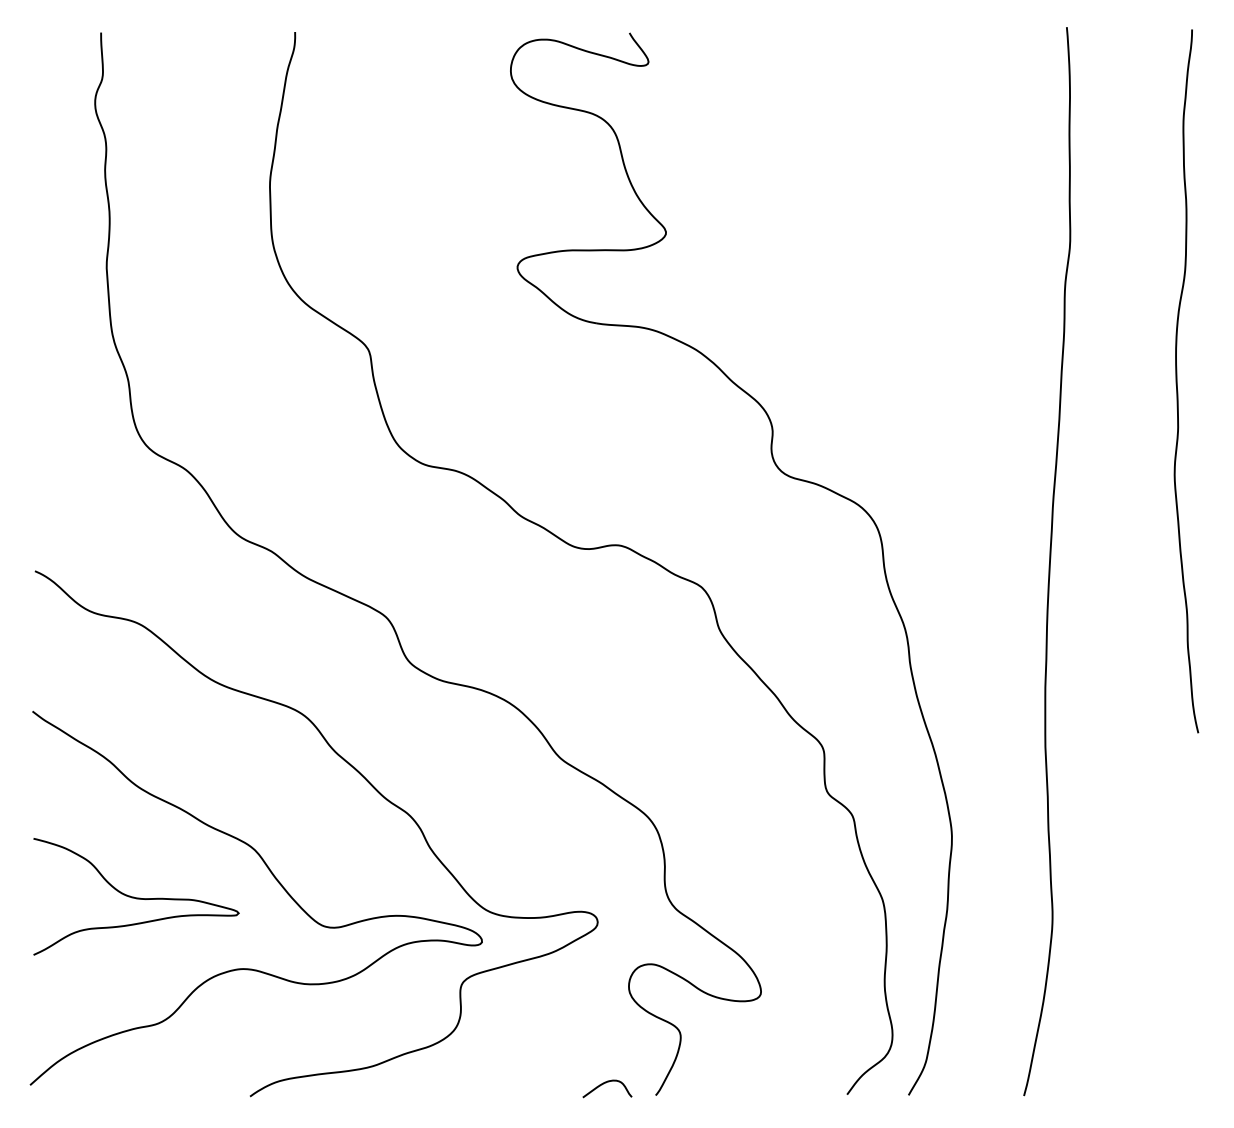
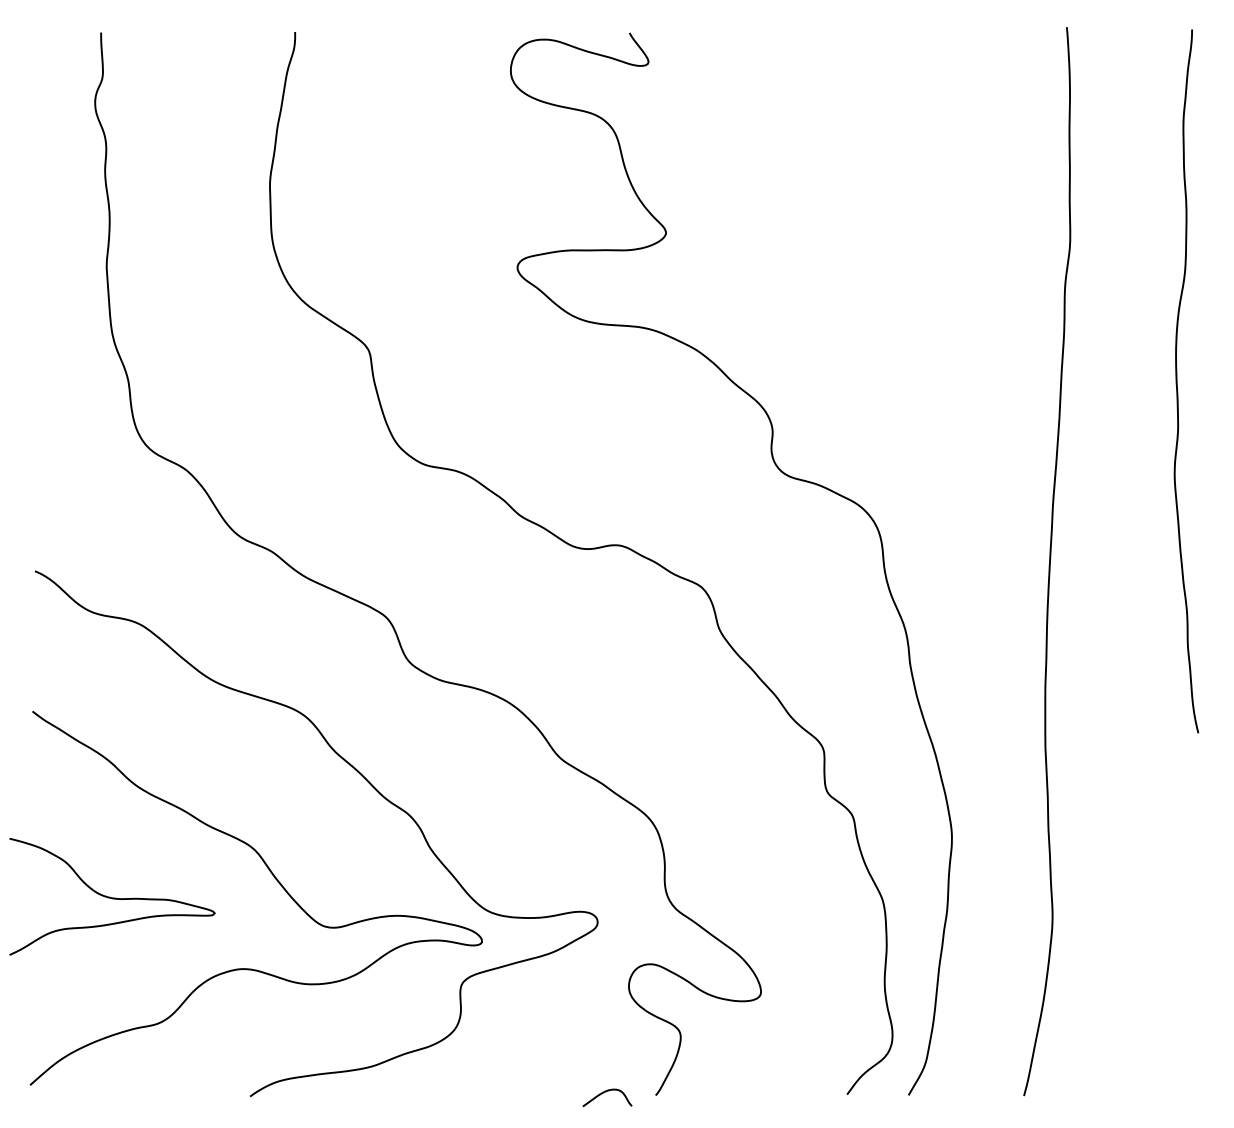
curve at (136, 897) position: (136, 897) -> (112, 897)
curve at (606, 1083) position: (606, 1083) -> (606, 1092)
